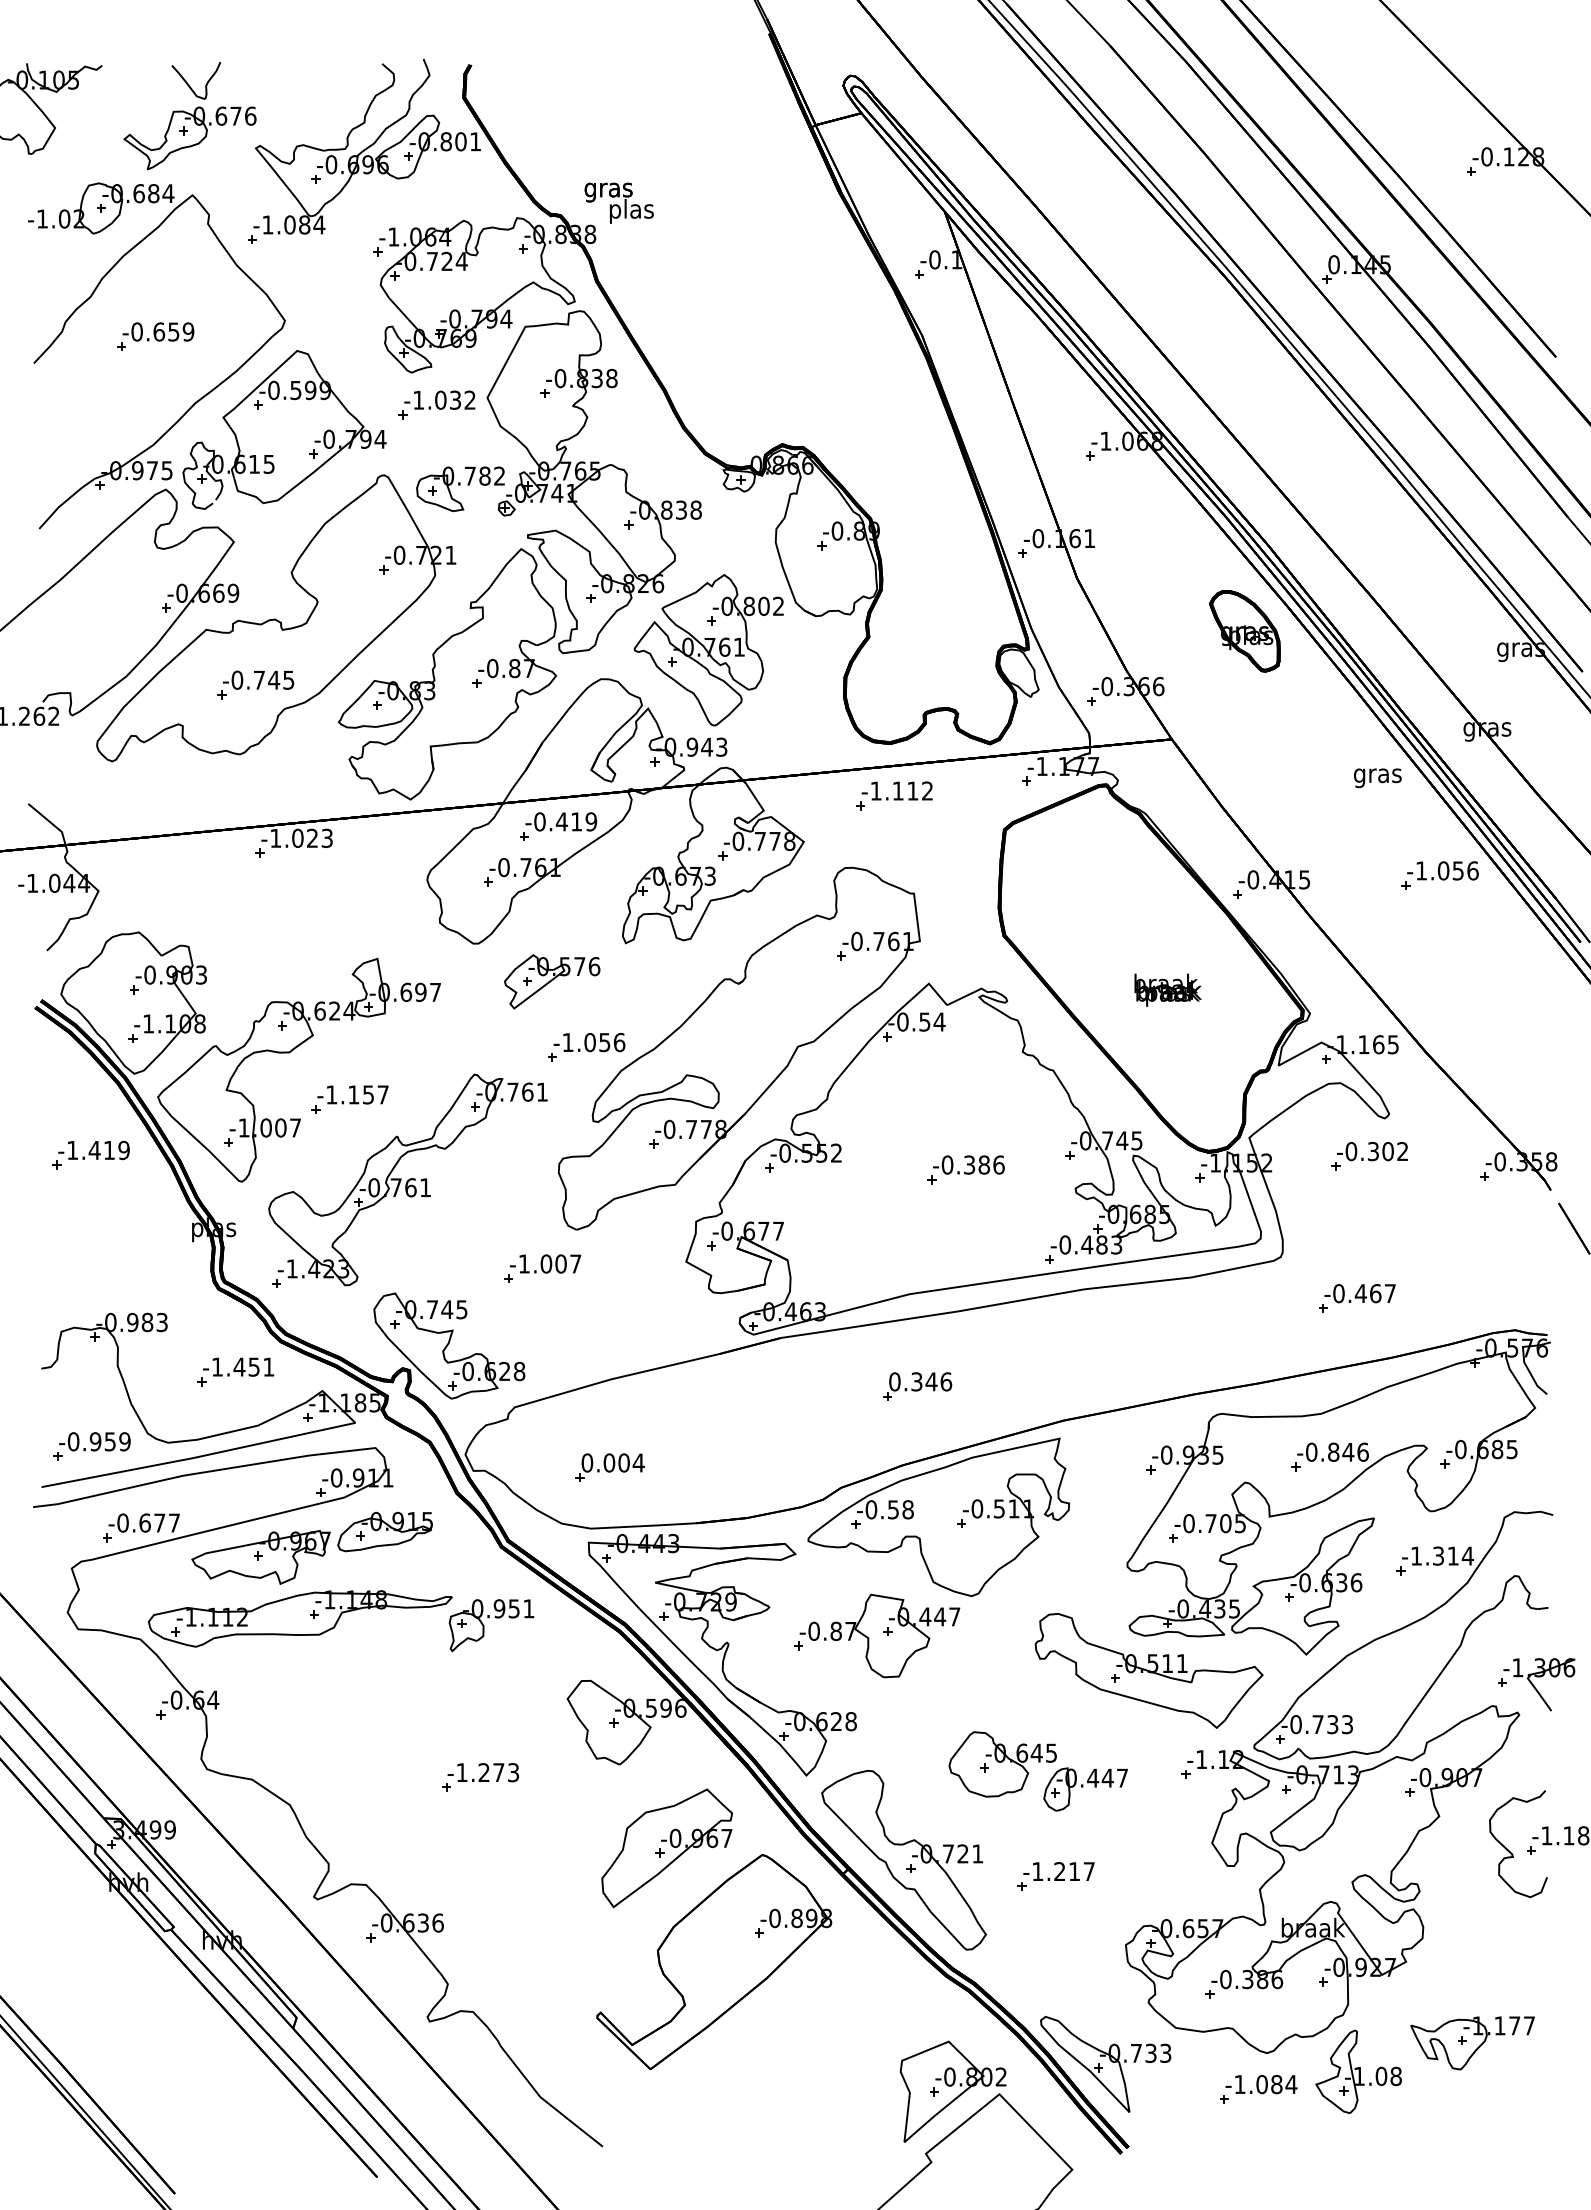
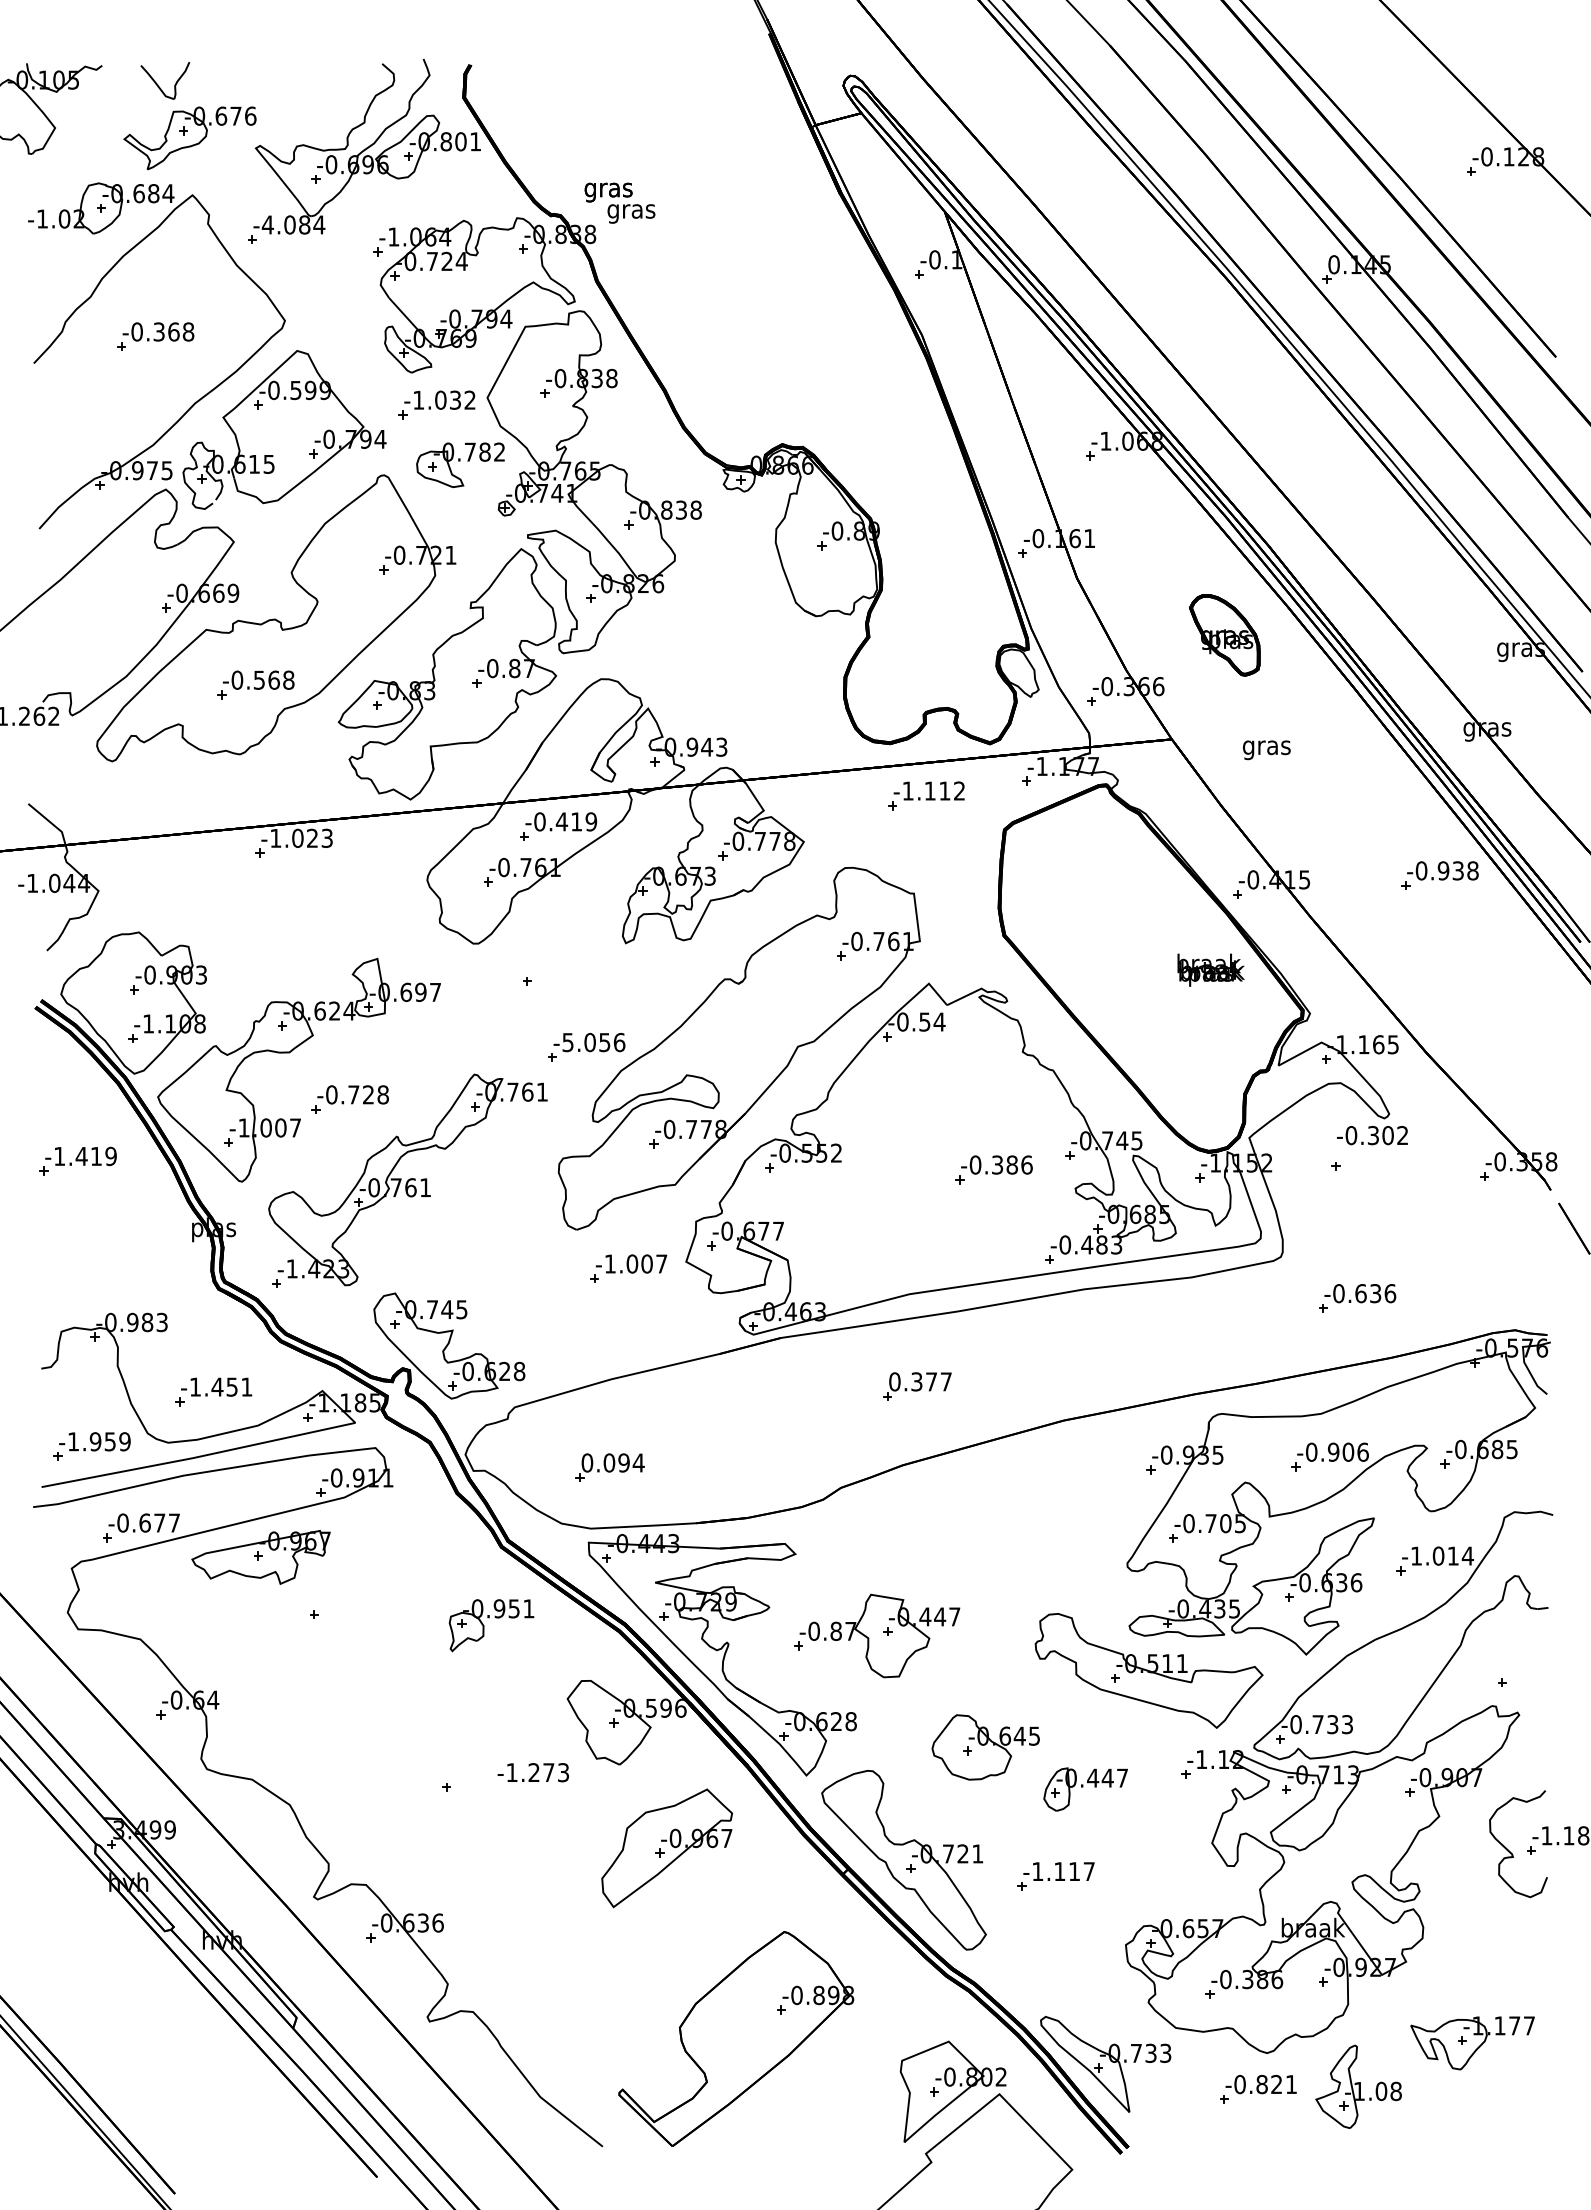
part at (189, 84) position: (189, 84) -> (158, 84)
text at (631, 211): plas -> gras
text at (267, 224): -1.084 -> -4.084
text at (173, 331): -0.659 -> -0.368
part at (460, 489) position: (460, 489) -> (460, 465)
part at (1244, 631) position: (1244, 631) -> (1224, 635)
part at (708, 650): present -> none
text at (274, 679): -0.745 -> -0.568
text at (1377, 778) position: (1377, 778) -> (1266, 750)
part at (894, 795) position: (894, 795) -> (926, 795)
text at (1446, 870): -1.056 -> -0.938
part at (552, 981): present -> none
text at (1167, 989) position: (1167, 989) -> (1210, 969)
text at (567, 1042): -1.056 -> -5.056
text at (357, 1094): -1.157 -> -0.728
text at (1372, 1151) position: (1372, 1151) -> (1372, 1135)
part at (90, 1154) position: (90, 1154) -> (77, 1160)
part at (965, 1169) position: (965, 1169) -> (993, 1169)
part at (542, 1268) position: (542, 1268) -> (628, 1268)
text at (1375, 1293): -0.467 -> -0.636
part at (235, 1371) position: (235, 1371) -> (213, 1391)
text at (938, 1381): 0.346 -> 0.377
text at (73, 1441): -0.959 -> -1.959
text at (1341, 1451): -0.846 -> -0.906
text at (623, 1462): 0.004 -> 0.094
part at (938, 1517): present -> none
part at (384, 1531): present -> none
text at (1438, 1555): -1.314 -> -1.014
part at (300, 1618): present -> none
part at (1539, 1684): present -> none
part at (1002, 1764) position: (1002, 1764) -> (985, 1747)
text at (482, 1772) position: (482, 1772) -> (532, 1772)
text at (1059, 1871): -1.217 -> -1.117
part at (714, 1961) position: (714, 1961) -> (736, 2038)
part at (1358, 2071) position: (1358, 2071) -> (1358, 2086)
text at (1265, 2084): -1.084 -> -0.821
